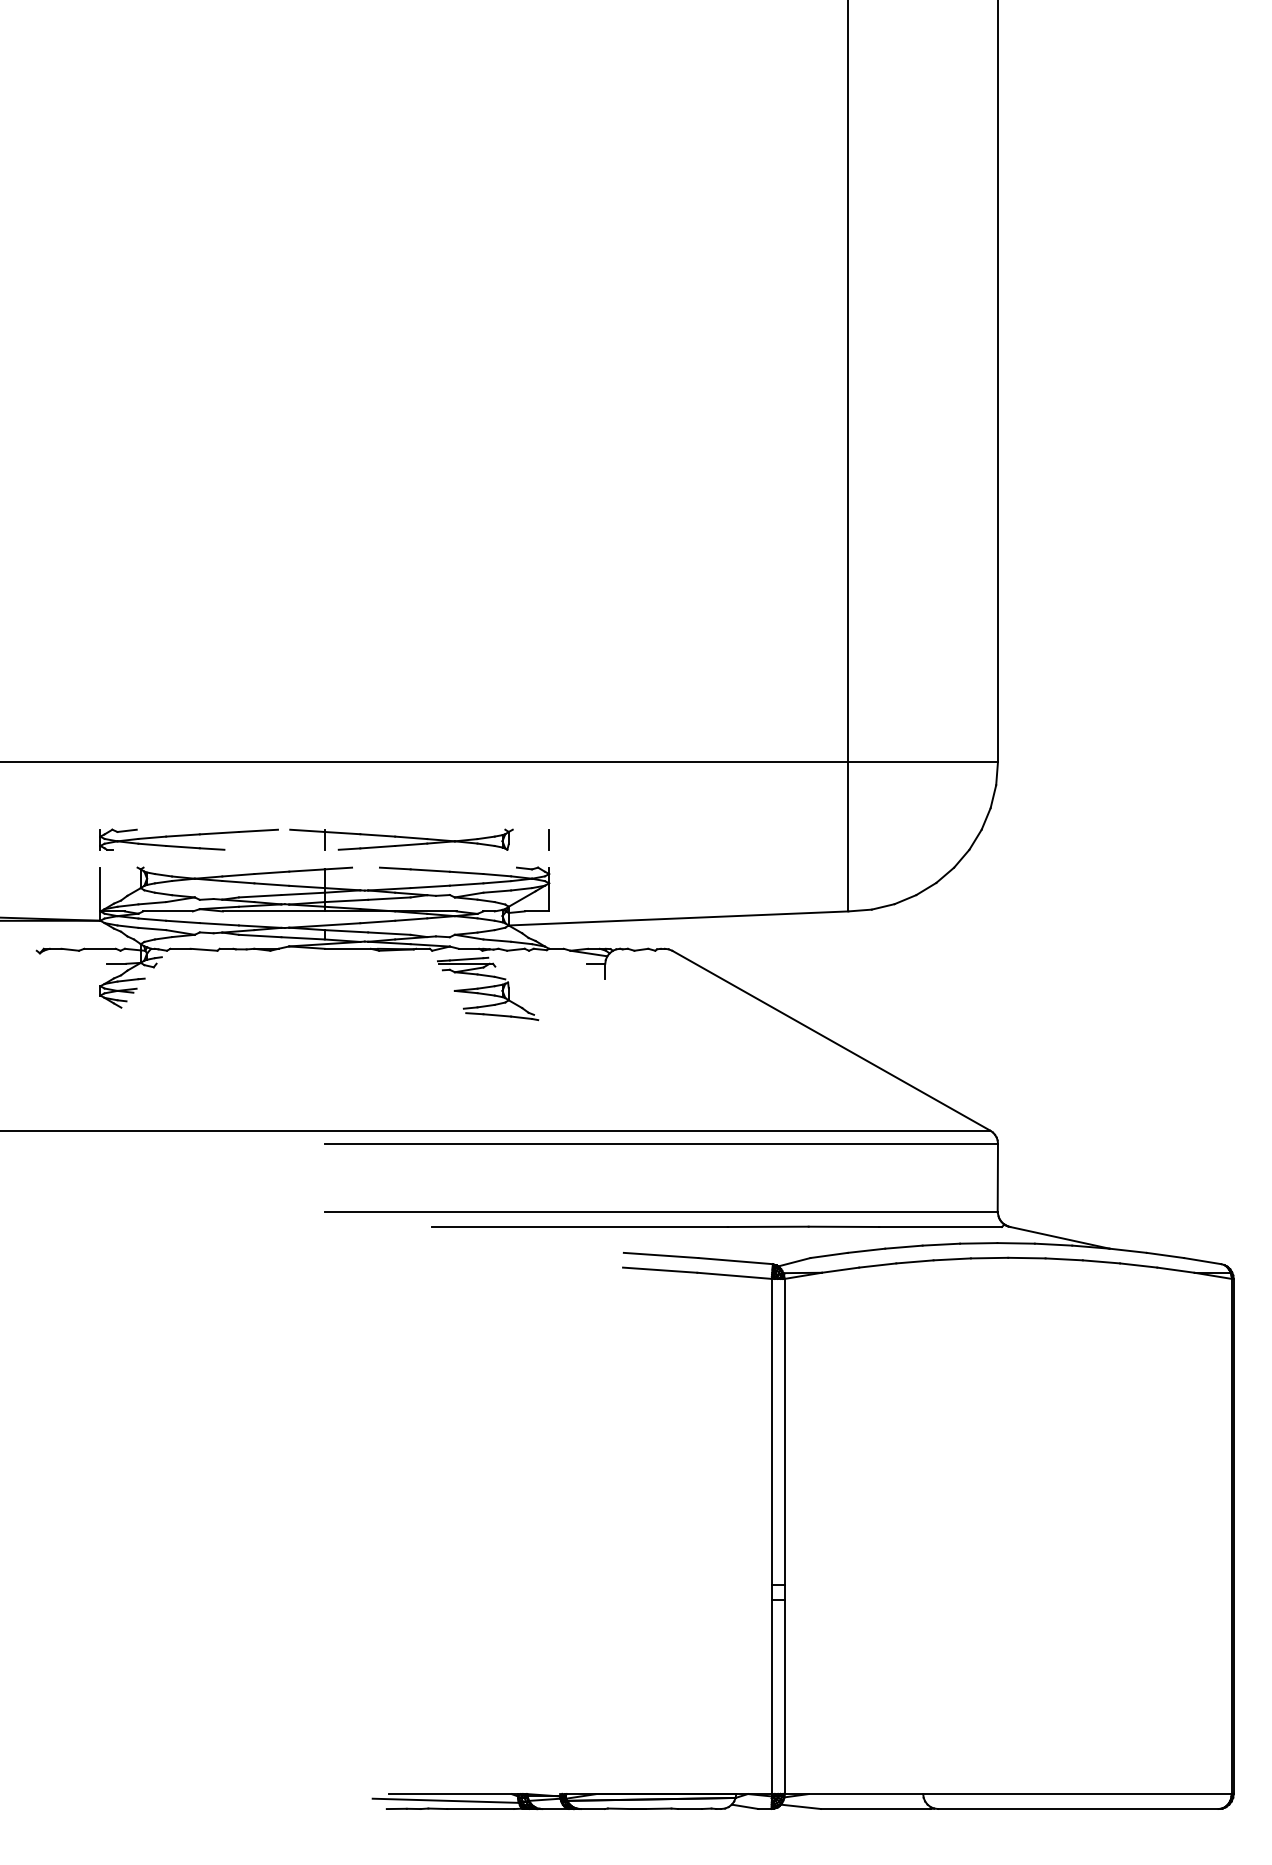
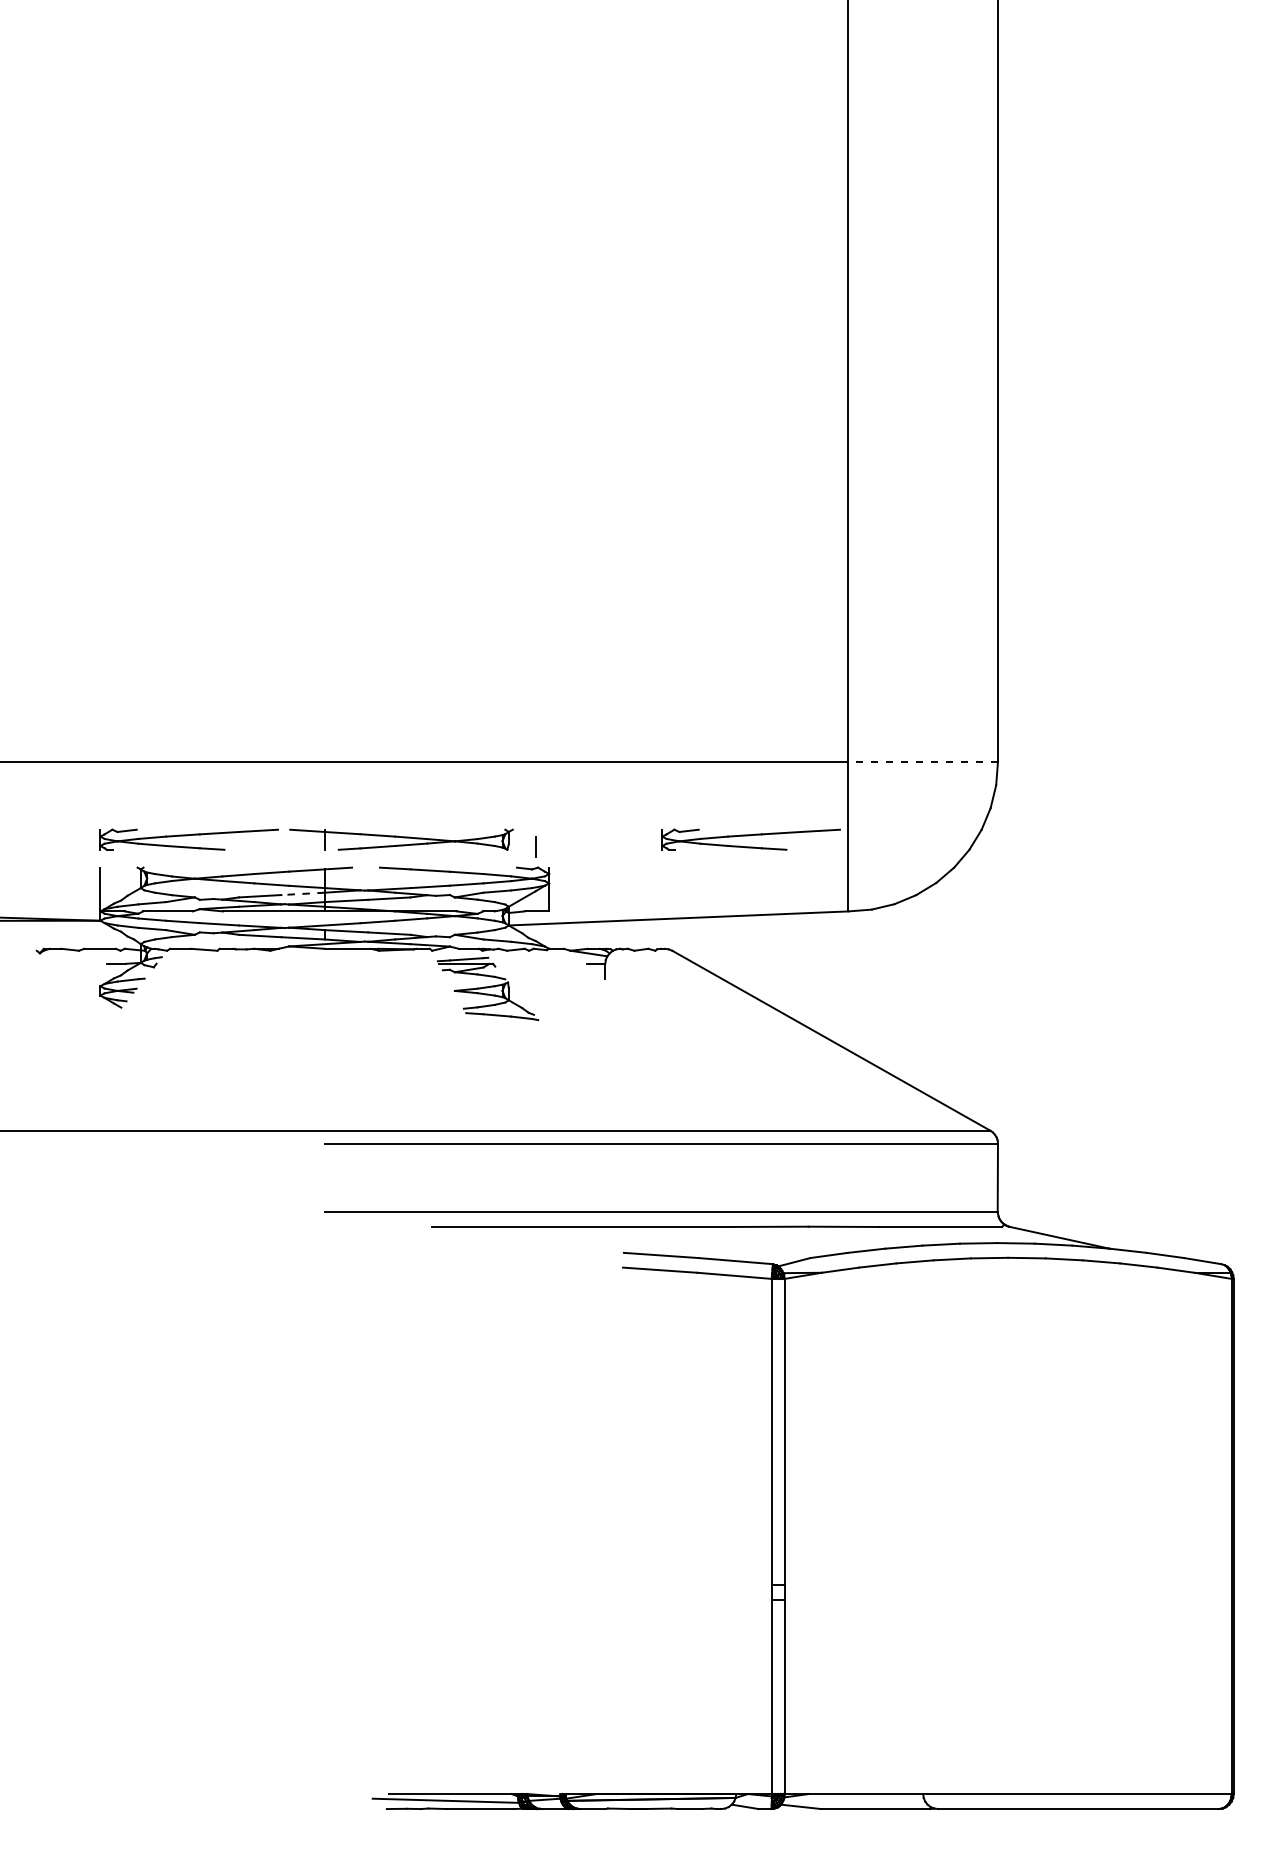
line at (923, 761): solid -> dashed
line at (548, 839) position: (548, 839) -> (535, 846)
part at (750, 839): none -> present
line at (303, 893): solid -> dashed
